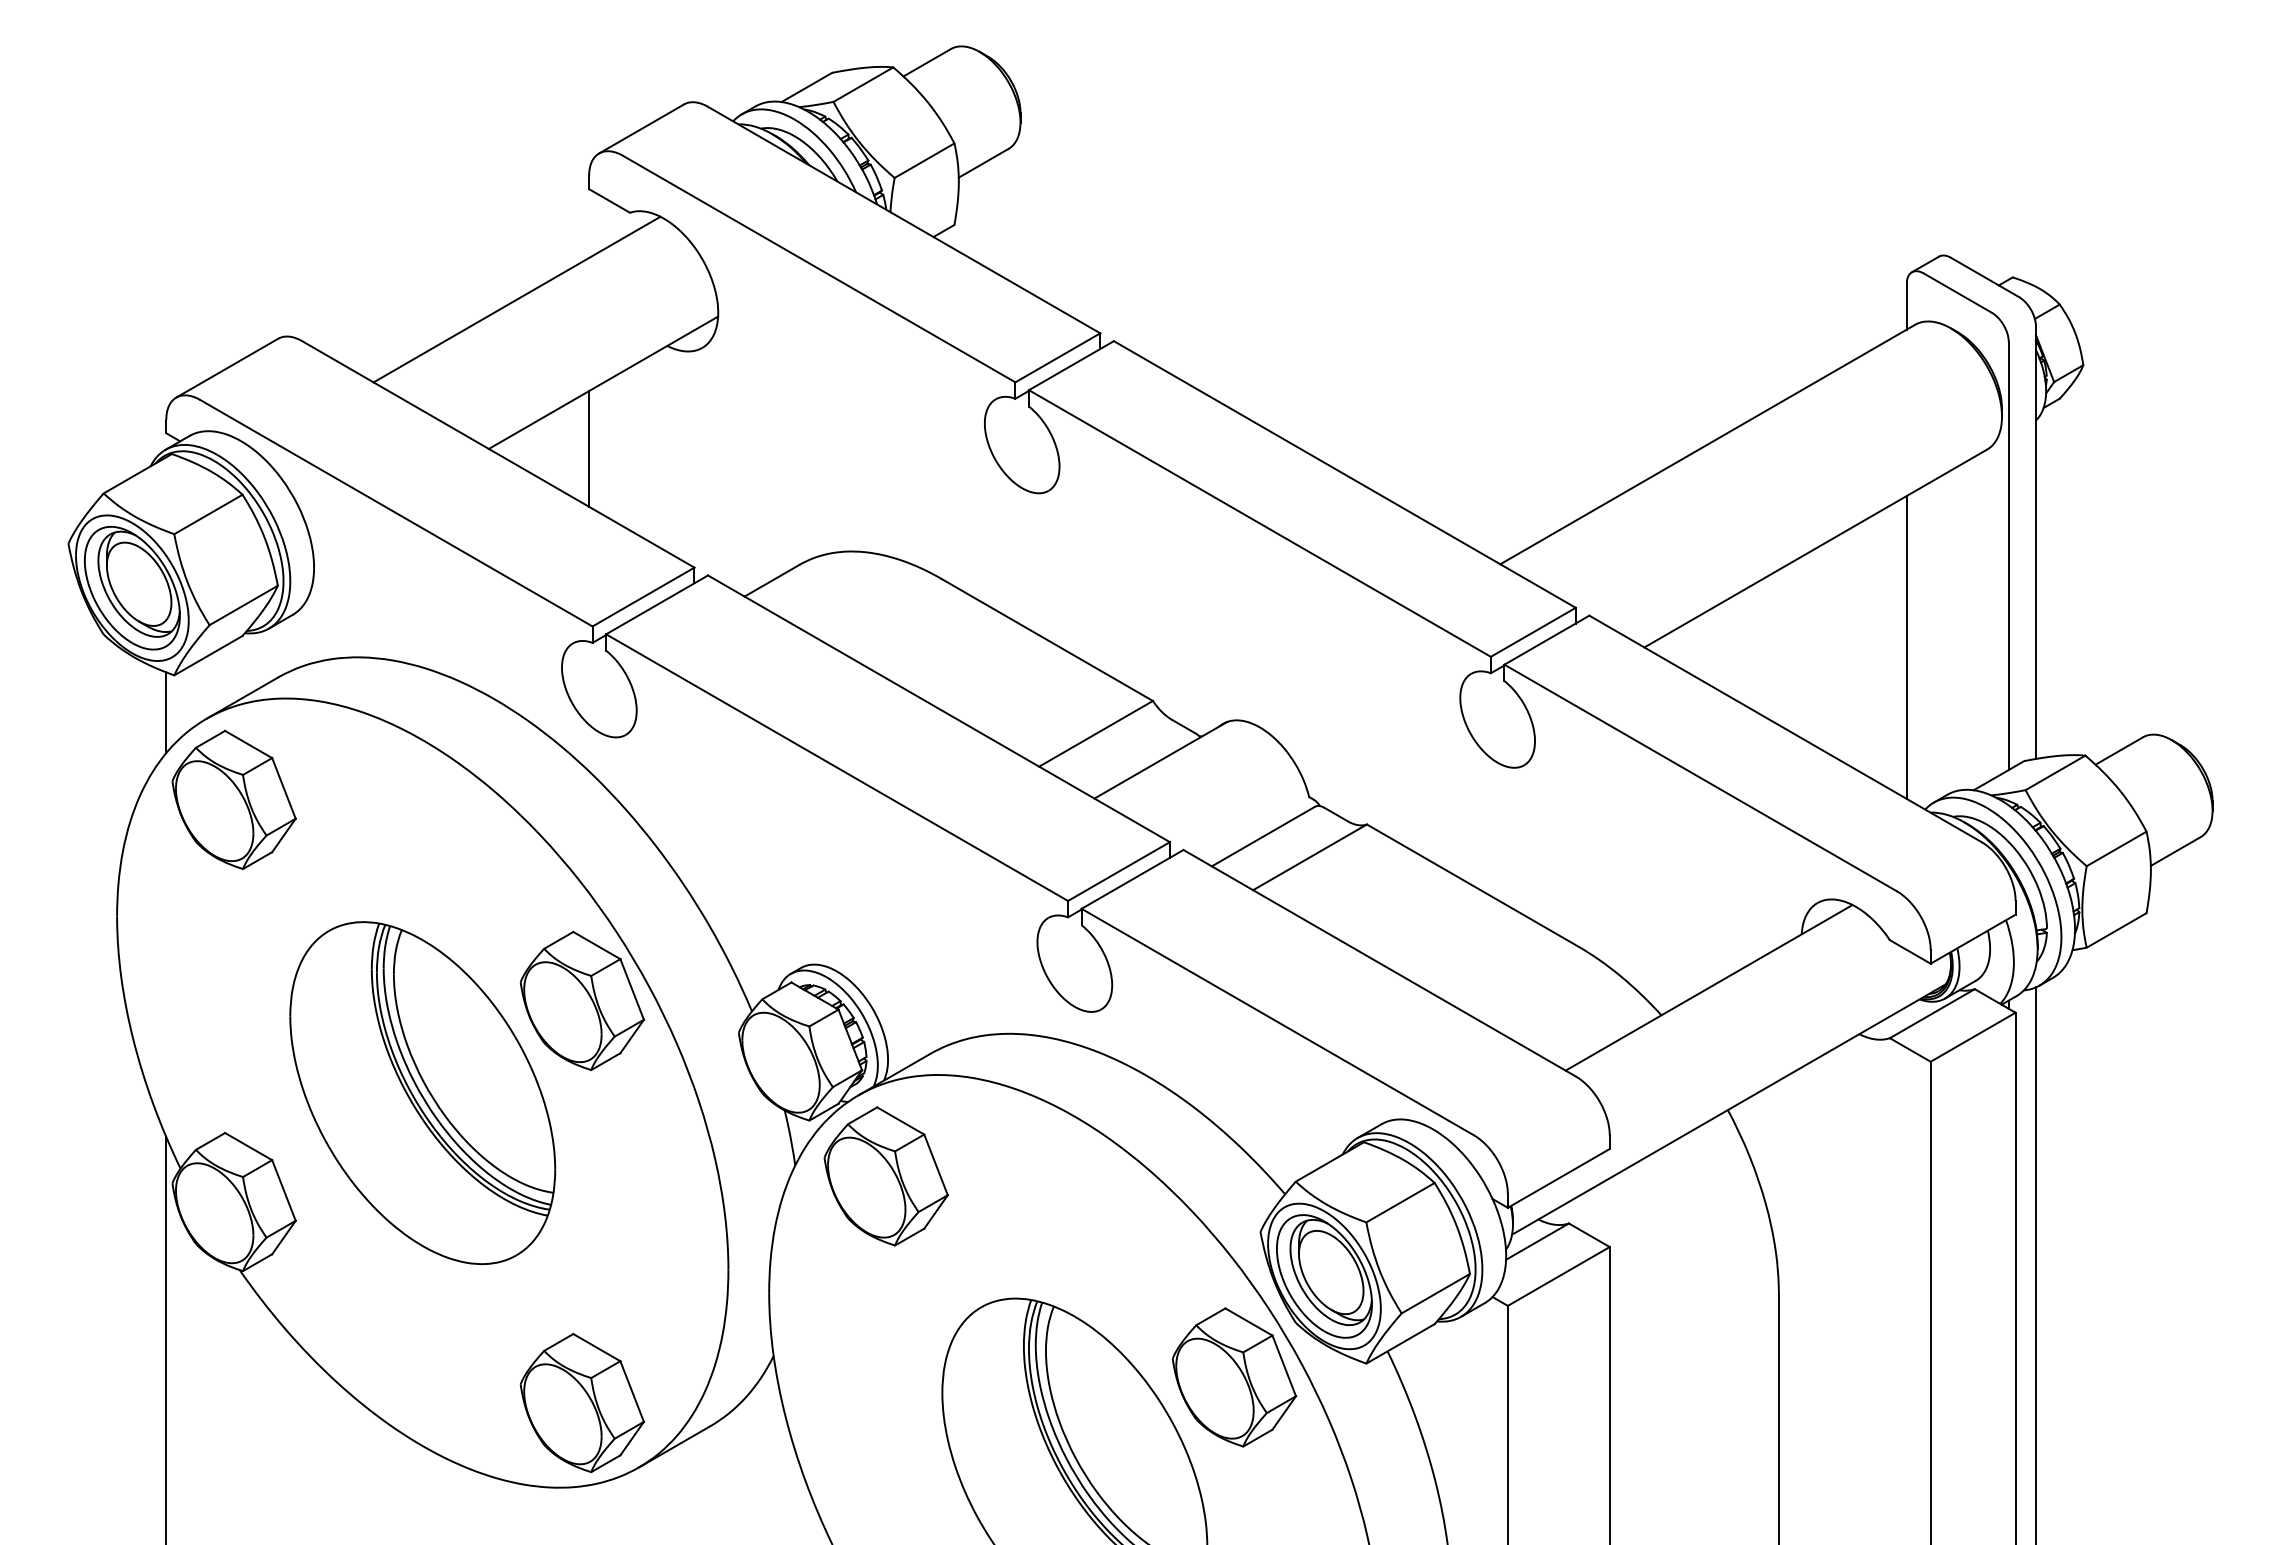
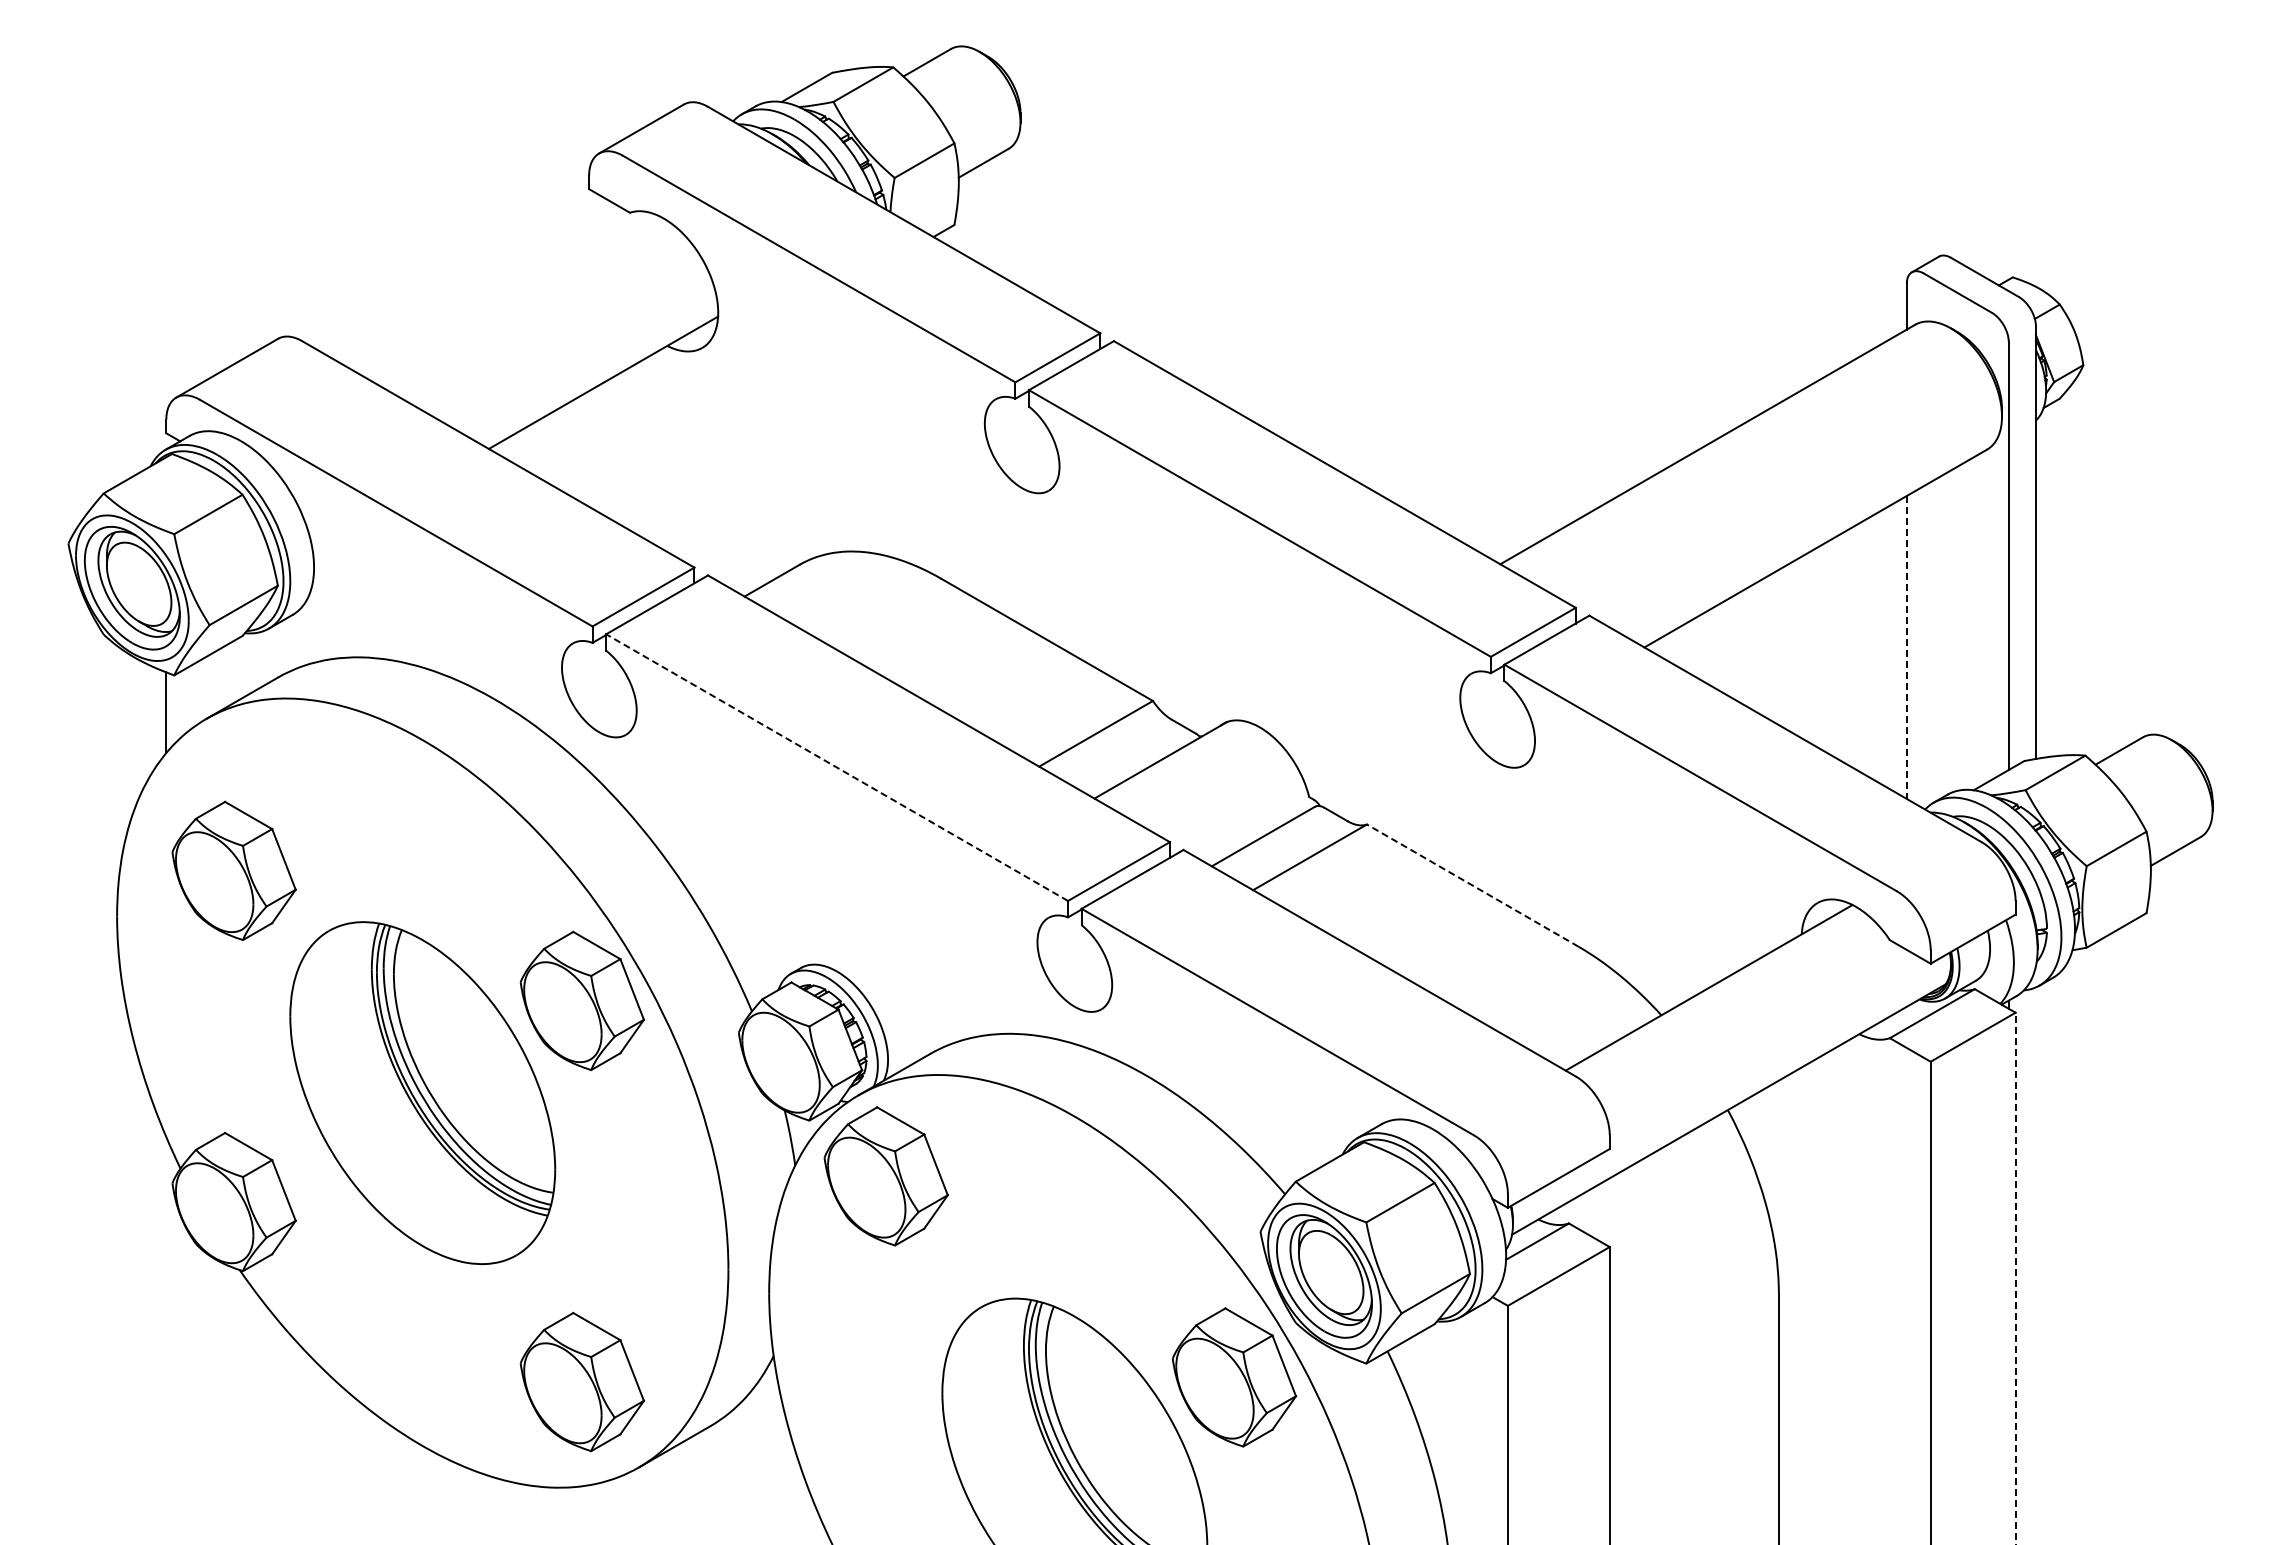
line at (516, 299): present -> none
line at (589, 448): present -> none
line at (1906, 647): solid -> dashed
line at (837, 767): solid -> dashed
part at (233, 799) position: (233, 799) -> (233, 870)
line at (1472, 885): solid -> dashed
line at (2035, 1264): present -> none
line at (2015, 1278): solid -> dashed
line at (166, 1339): present -> none
part at (581, 1402) position: (581, 1402) -> (581, 1381)
